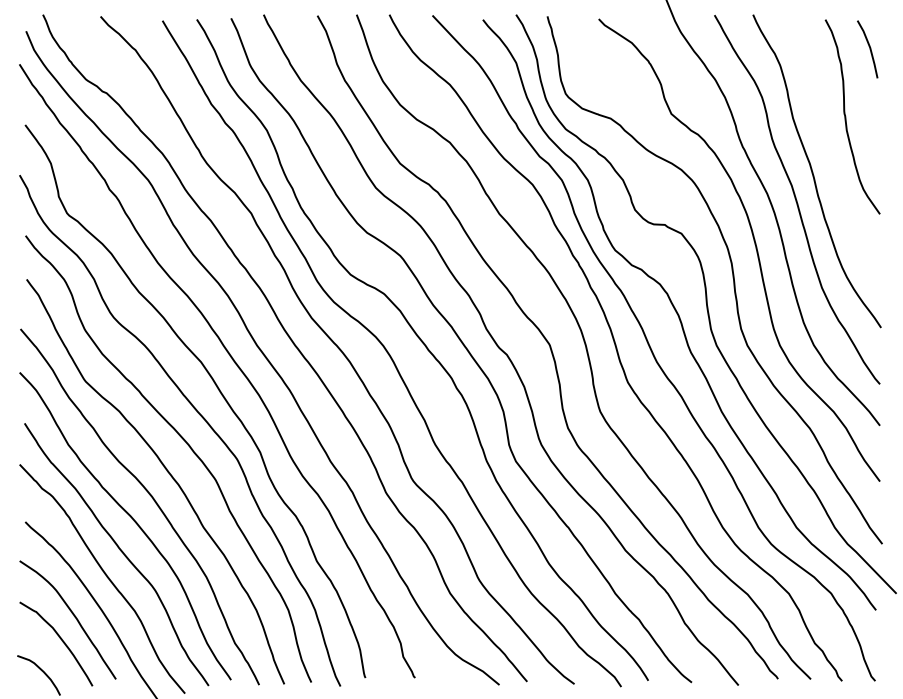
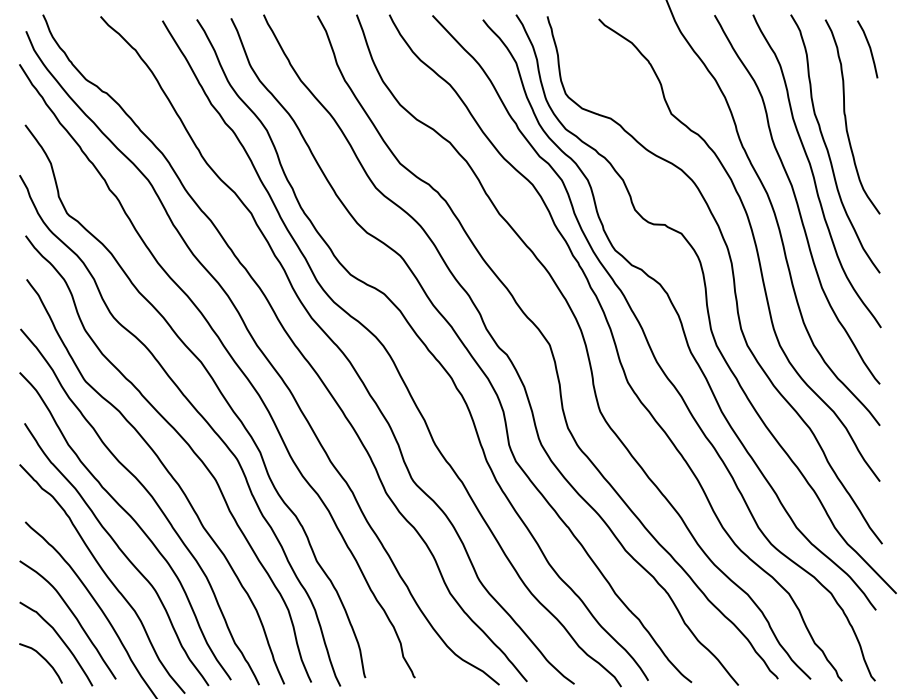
curve at (827, 146): none -> present
curve at (41, 671) position: (41, 671) -> (43, 659)
